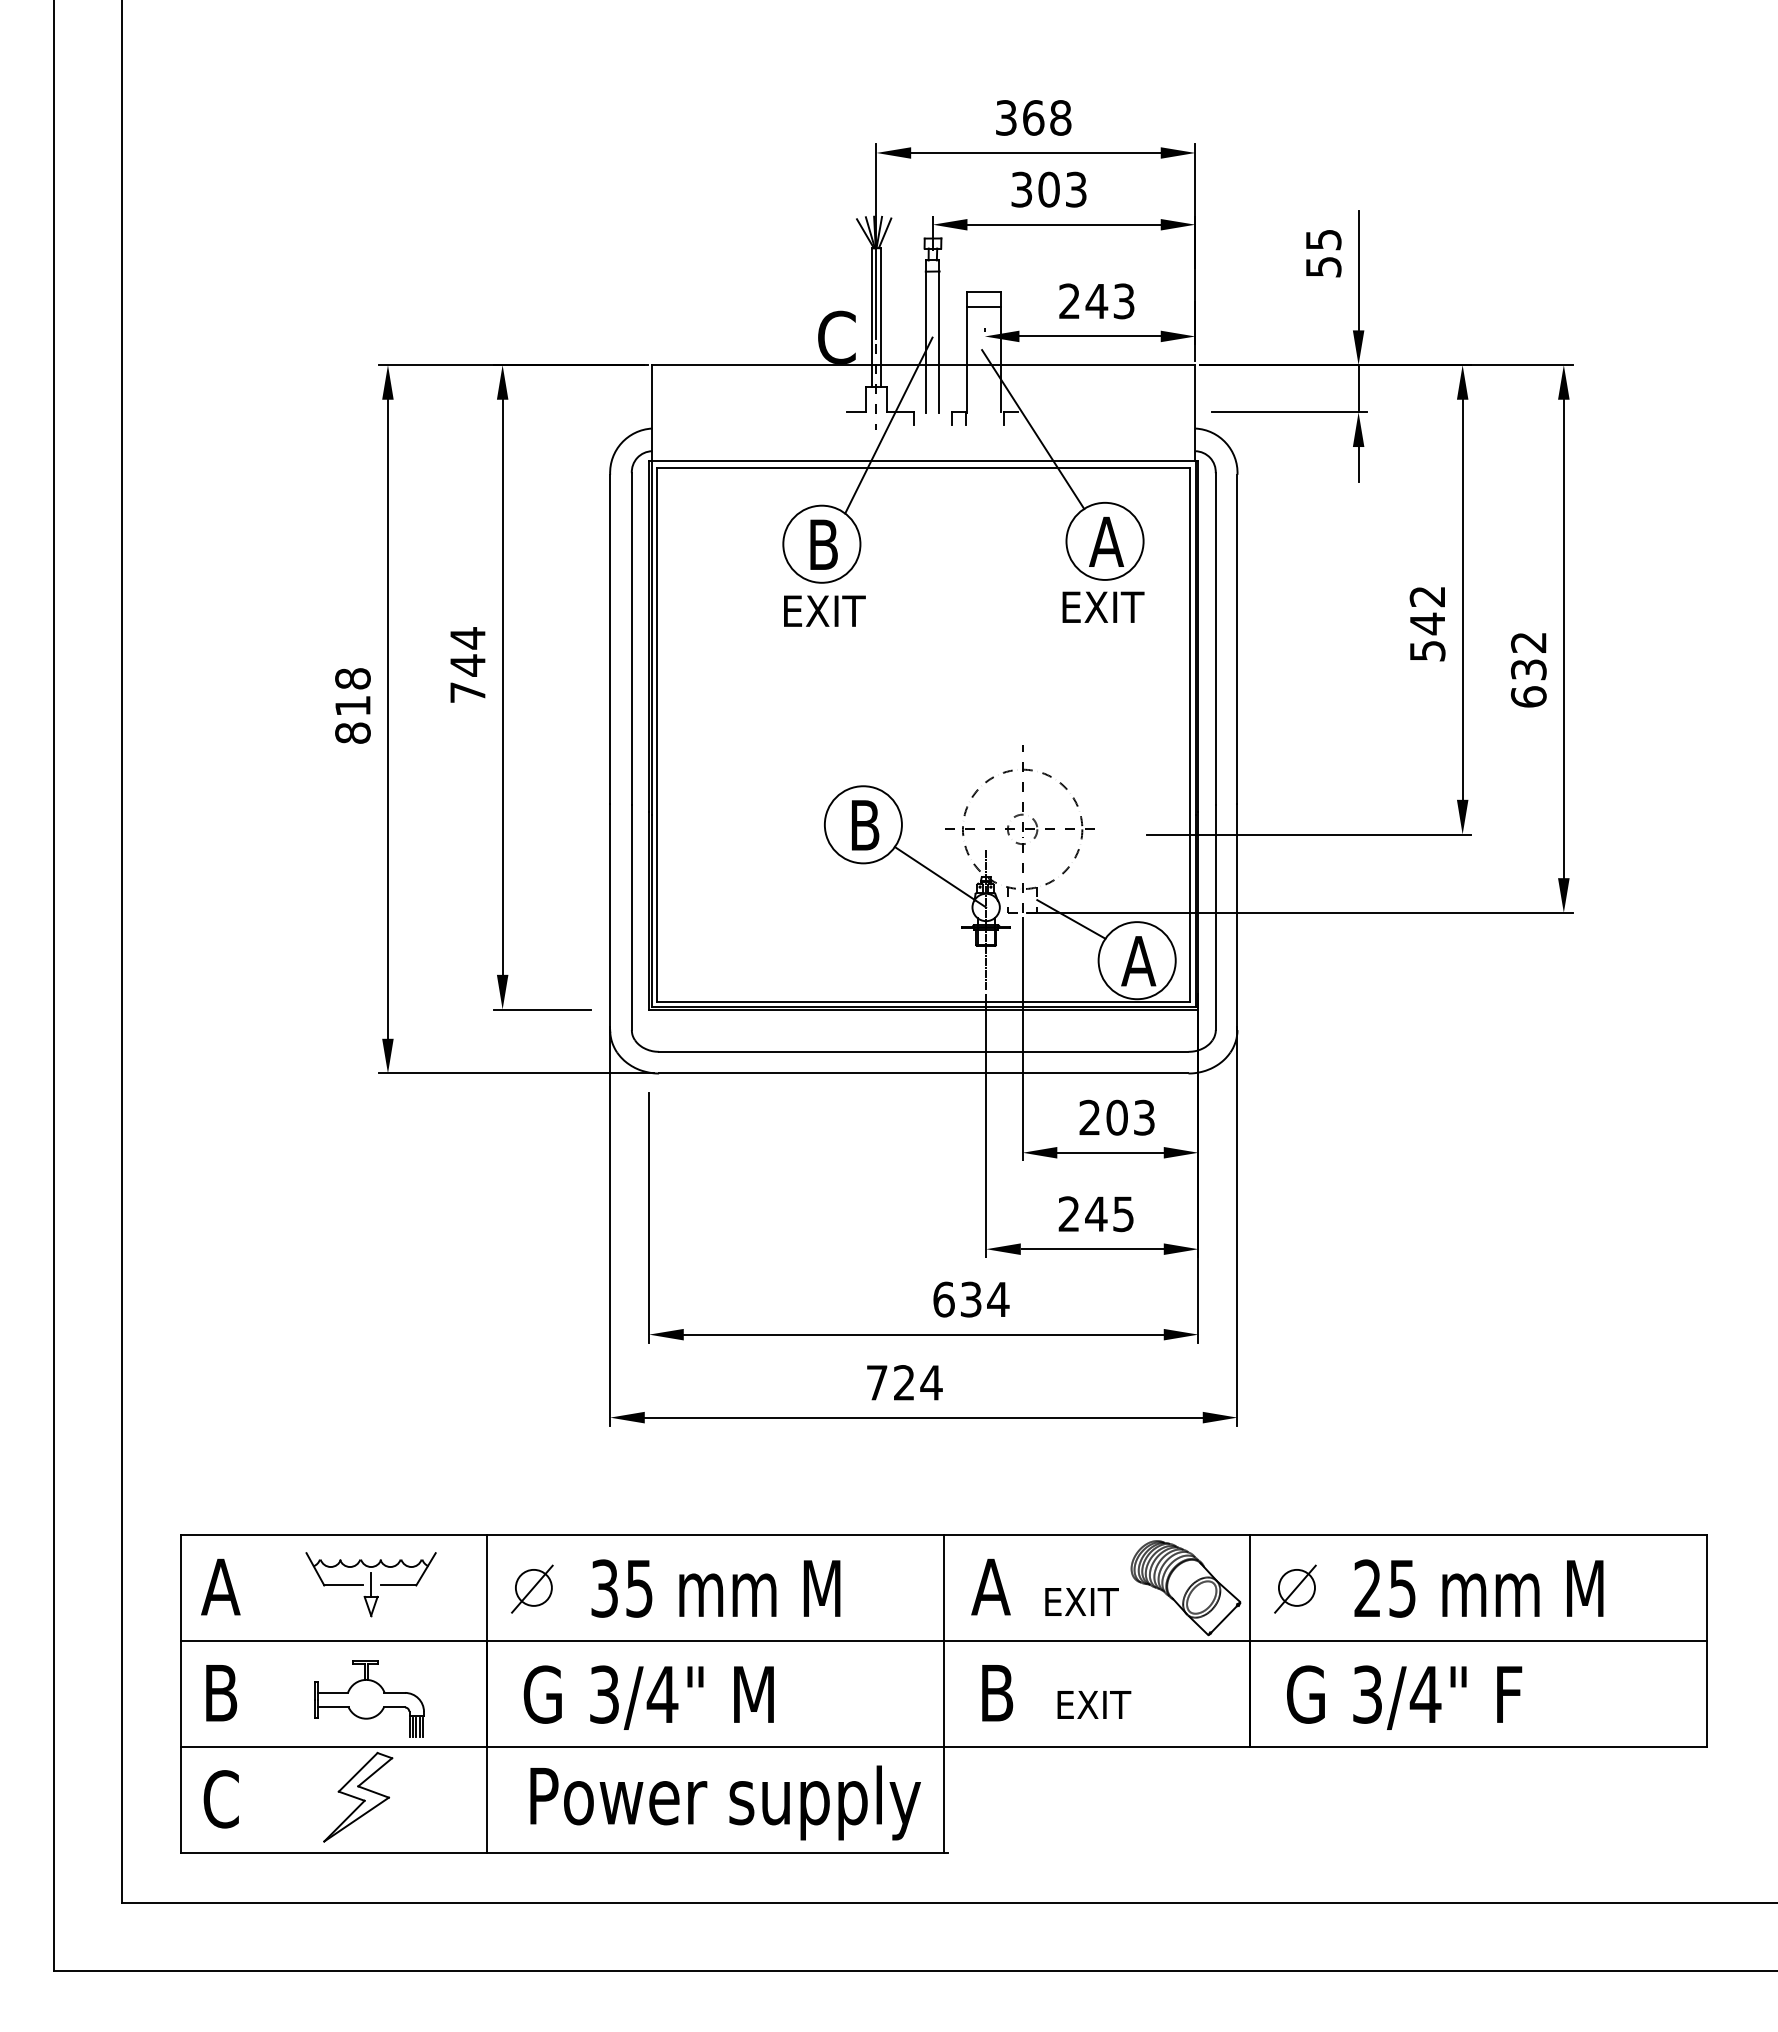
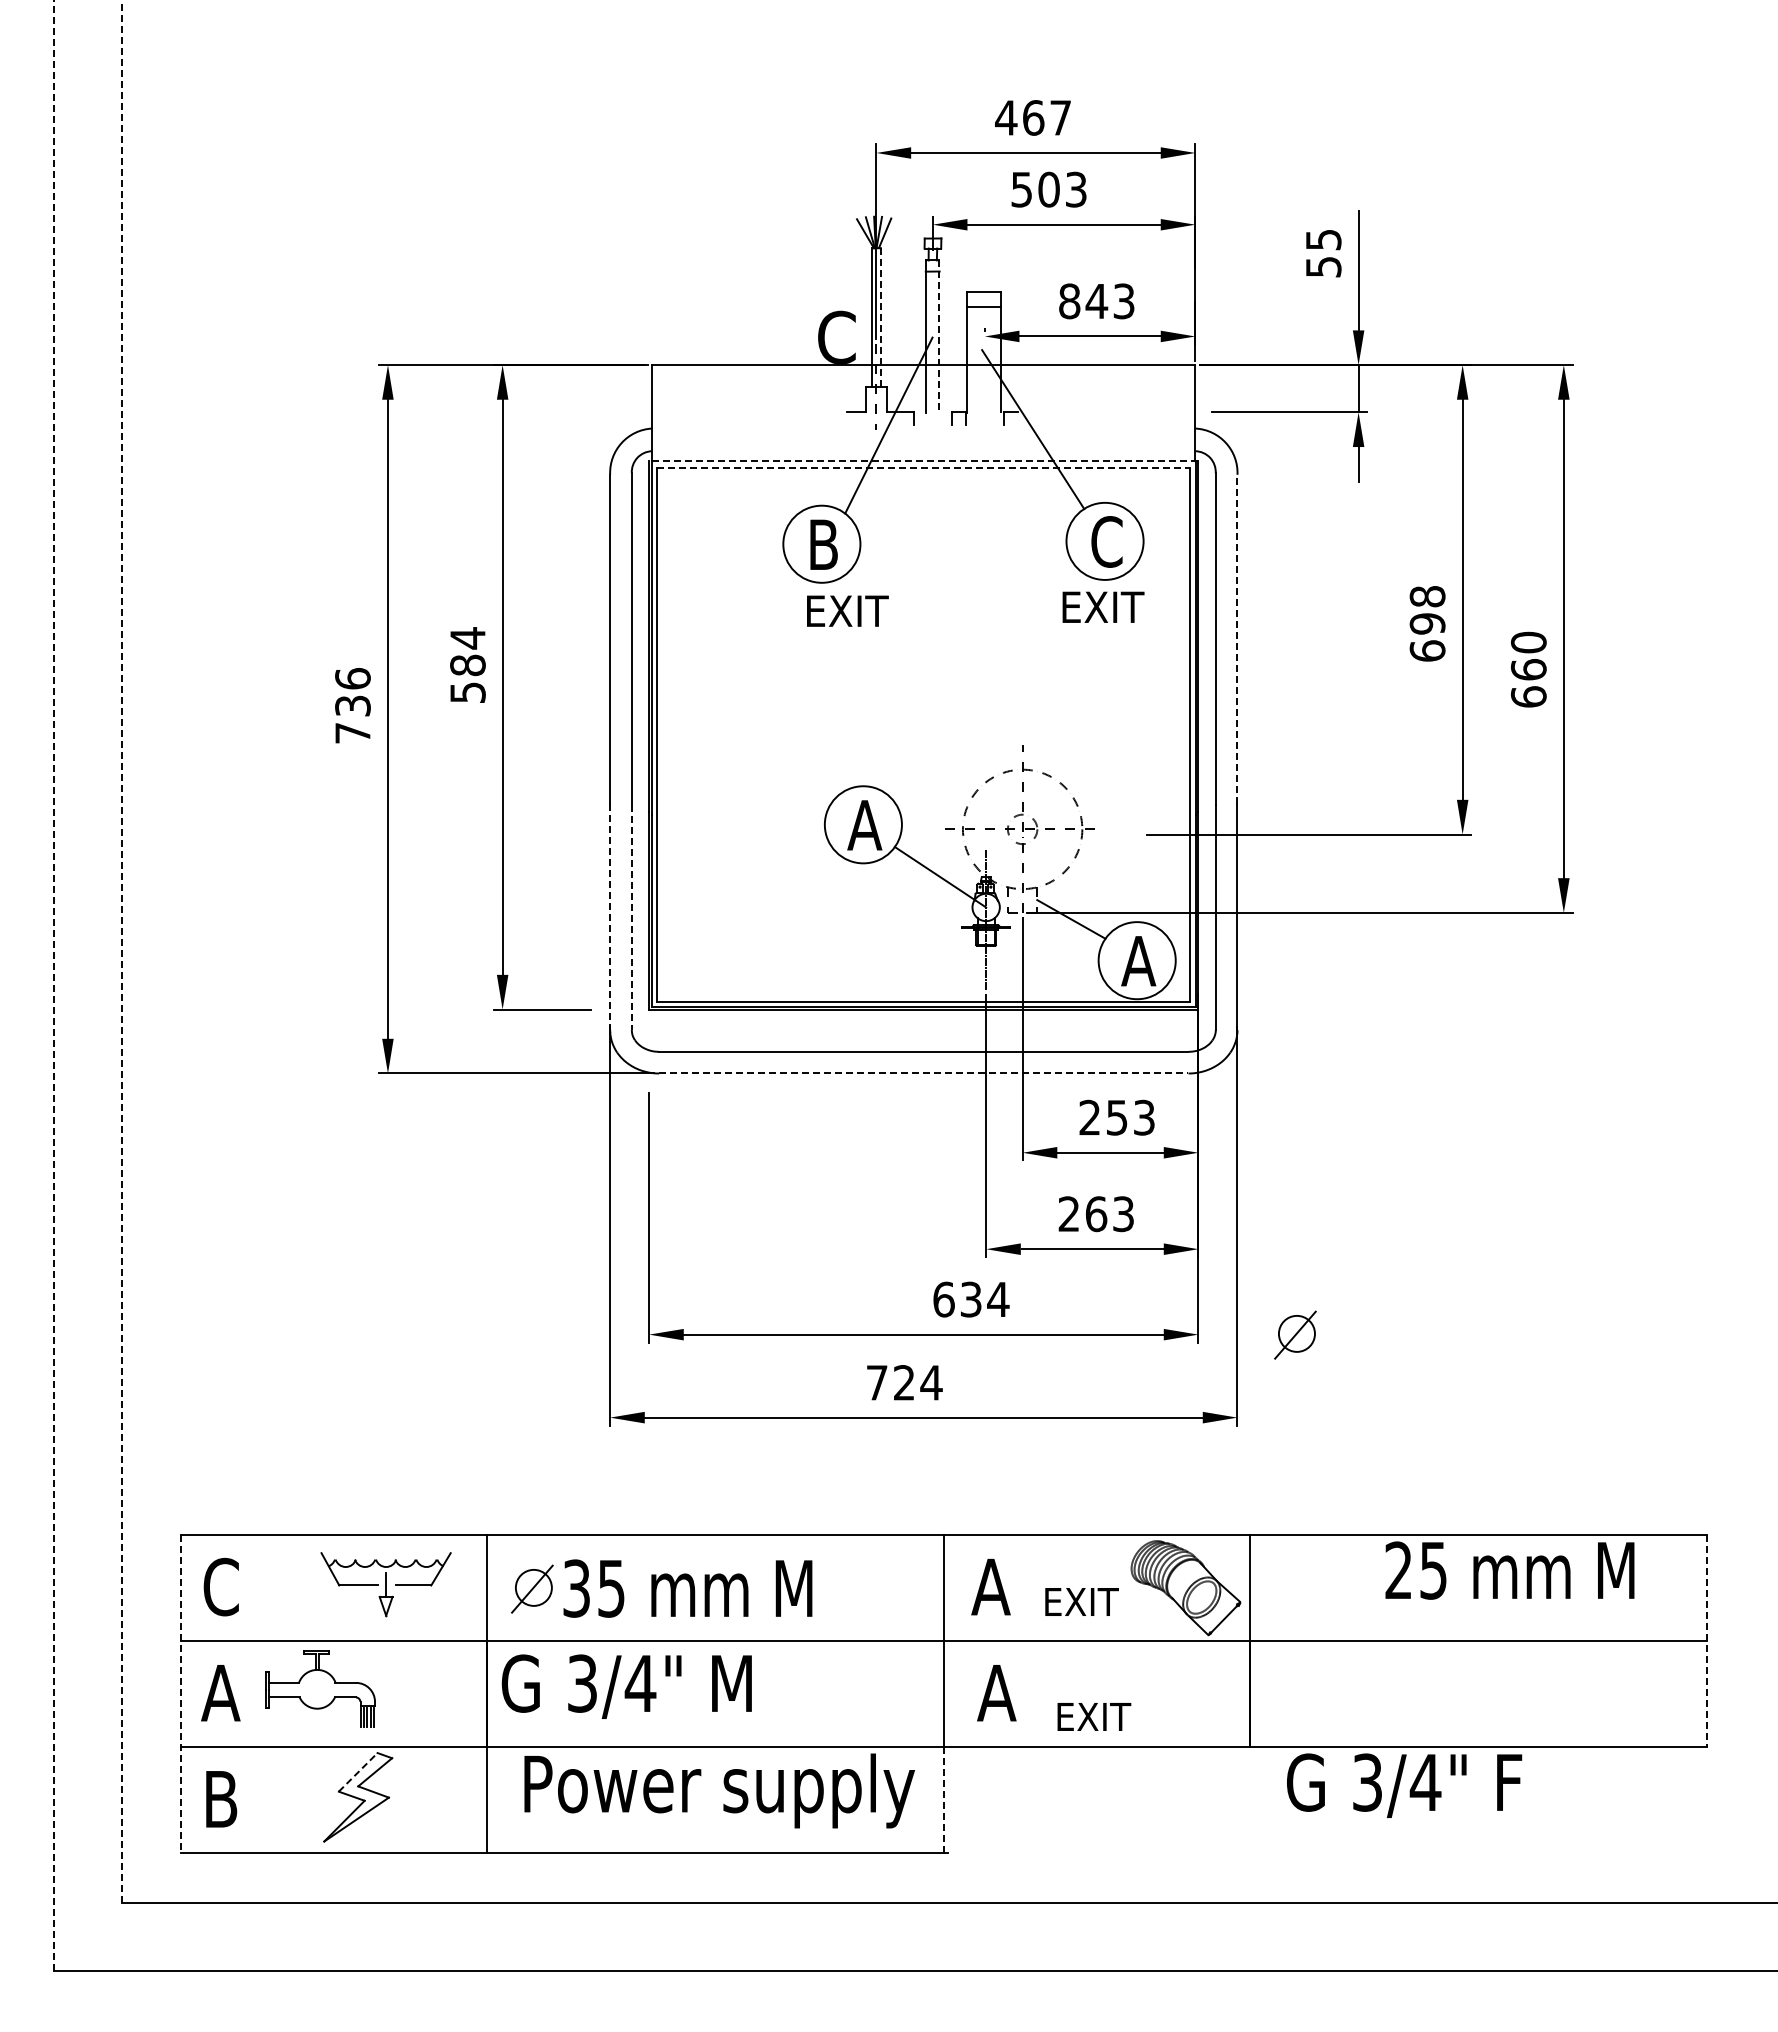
text at (1033, 117): 368 -> 467
text at (1022, 189): 303 -> 503
text at (1069, 301): 243 -> 843
line at (880, 316): solid -> dashed
line at (939, 337): solid -> dashed
line at (923, 461): solid -> dashed
line at (924, 467): solid -> dashed
text at (1106, 541): A -> C
text at (824, 610) position: (824, 610) -> (847, 610)
text at (1427, 623): 542 -> 698
line at (1237, 639): solid -> dashed
text at (1528, 655): 632 -> 660
text at (467, 678): 744 -> 584
text at (352, 705): 818 -> 736
text at (864, 825): B -> A
line at (610, 917): solid -> dashed
line at (631, 917): solid -> dashed
line at (121, 951): solid -> dashed
line at (53, 985): solid -> dashed
line at (923, 1073): solid -> dashed
text at (1116, 1117): 203 -> 253
text at (1109, 1214): 245 -> 263
part at (370, 1584) position: (370, 1584) -> (385, 1584)
text at (220, 1586): A -> C
text at (715, 1588) position: (715, 1588) -> (687, 1588)
part at (1295, 1588) position: (1295, 1588) -> (1295, 1334)
text at (1478, 1588) position: (1478, 1588) -> (1509, 1570)
line at (1707, 1641): solid -> dashed
text at (220, 1693): B -> A
text at (996, 1693): B -> A
line at (180, 1694): solid -> dashed
text at (648, 1697) position: (648, 1697) -> (626, 1686)
text at (1404, 1697) position: (1404, 1697) -> (1404, 1785)
part at (369, 1698) position: (369, 1698) -> (320, 1688)
text at (1094, 1704) position: (1094, 1704) -> (1094, 1716)
line at (358, 1772): solid -> dashed
text at (220, 1799): C -> B
line at (944, 1800): solid -> dashed
text at (725, 1802) position: (725, 1802) -> (719, 1790)
